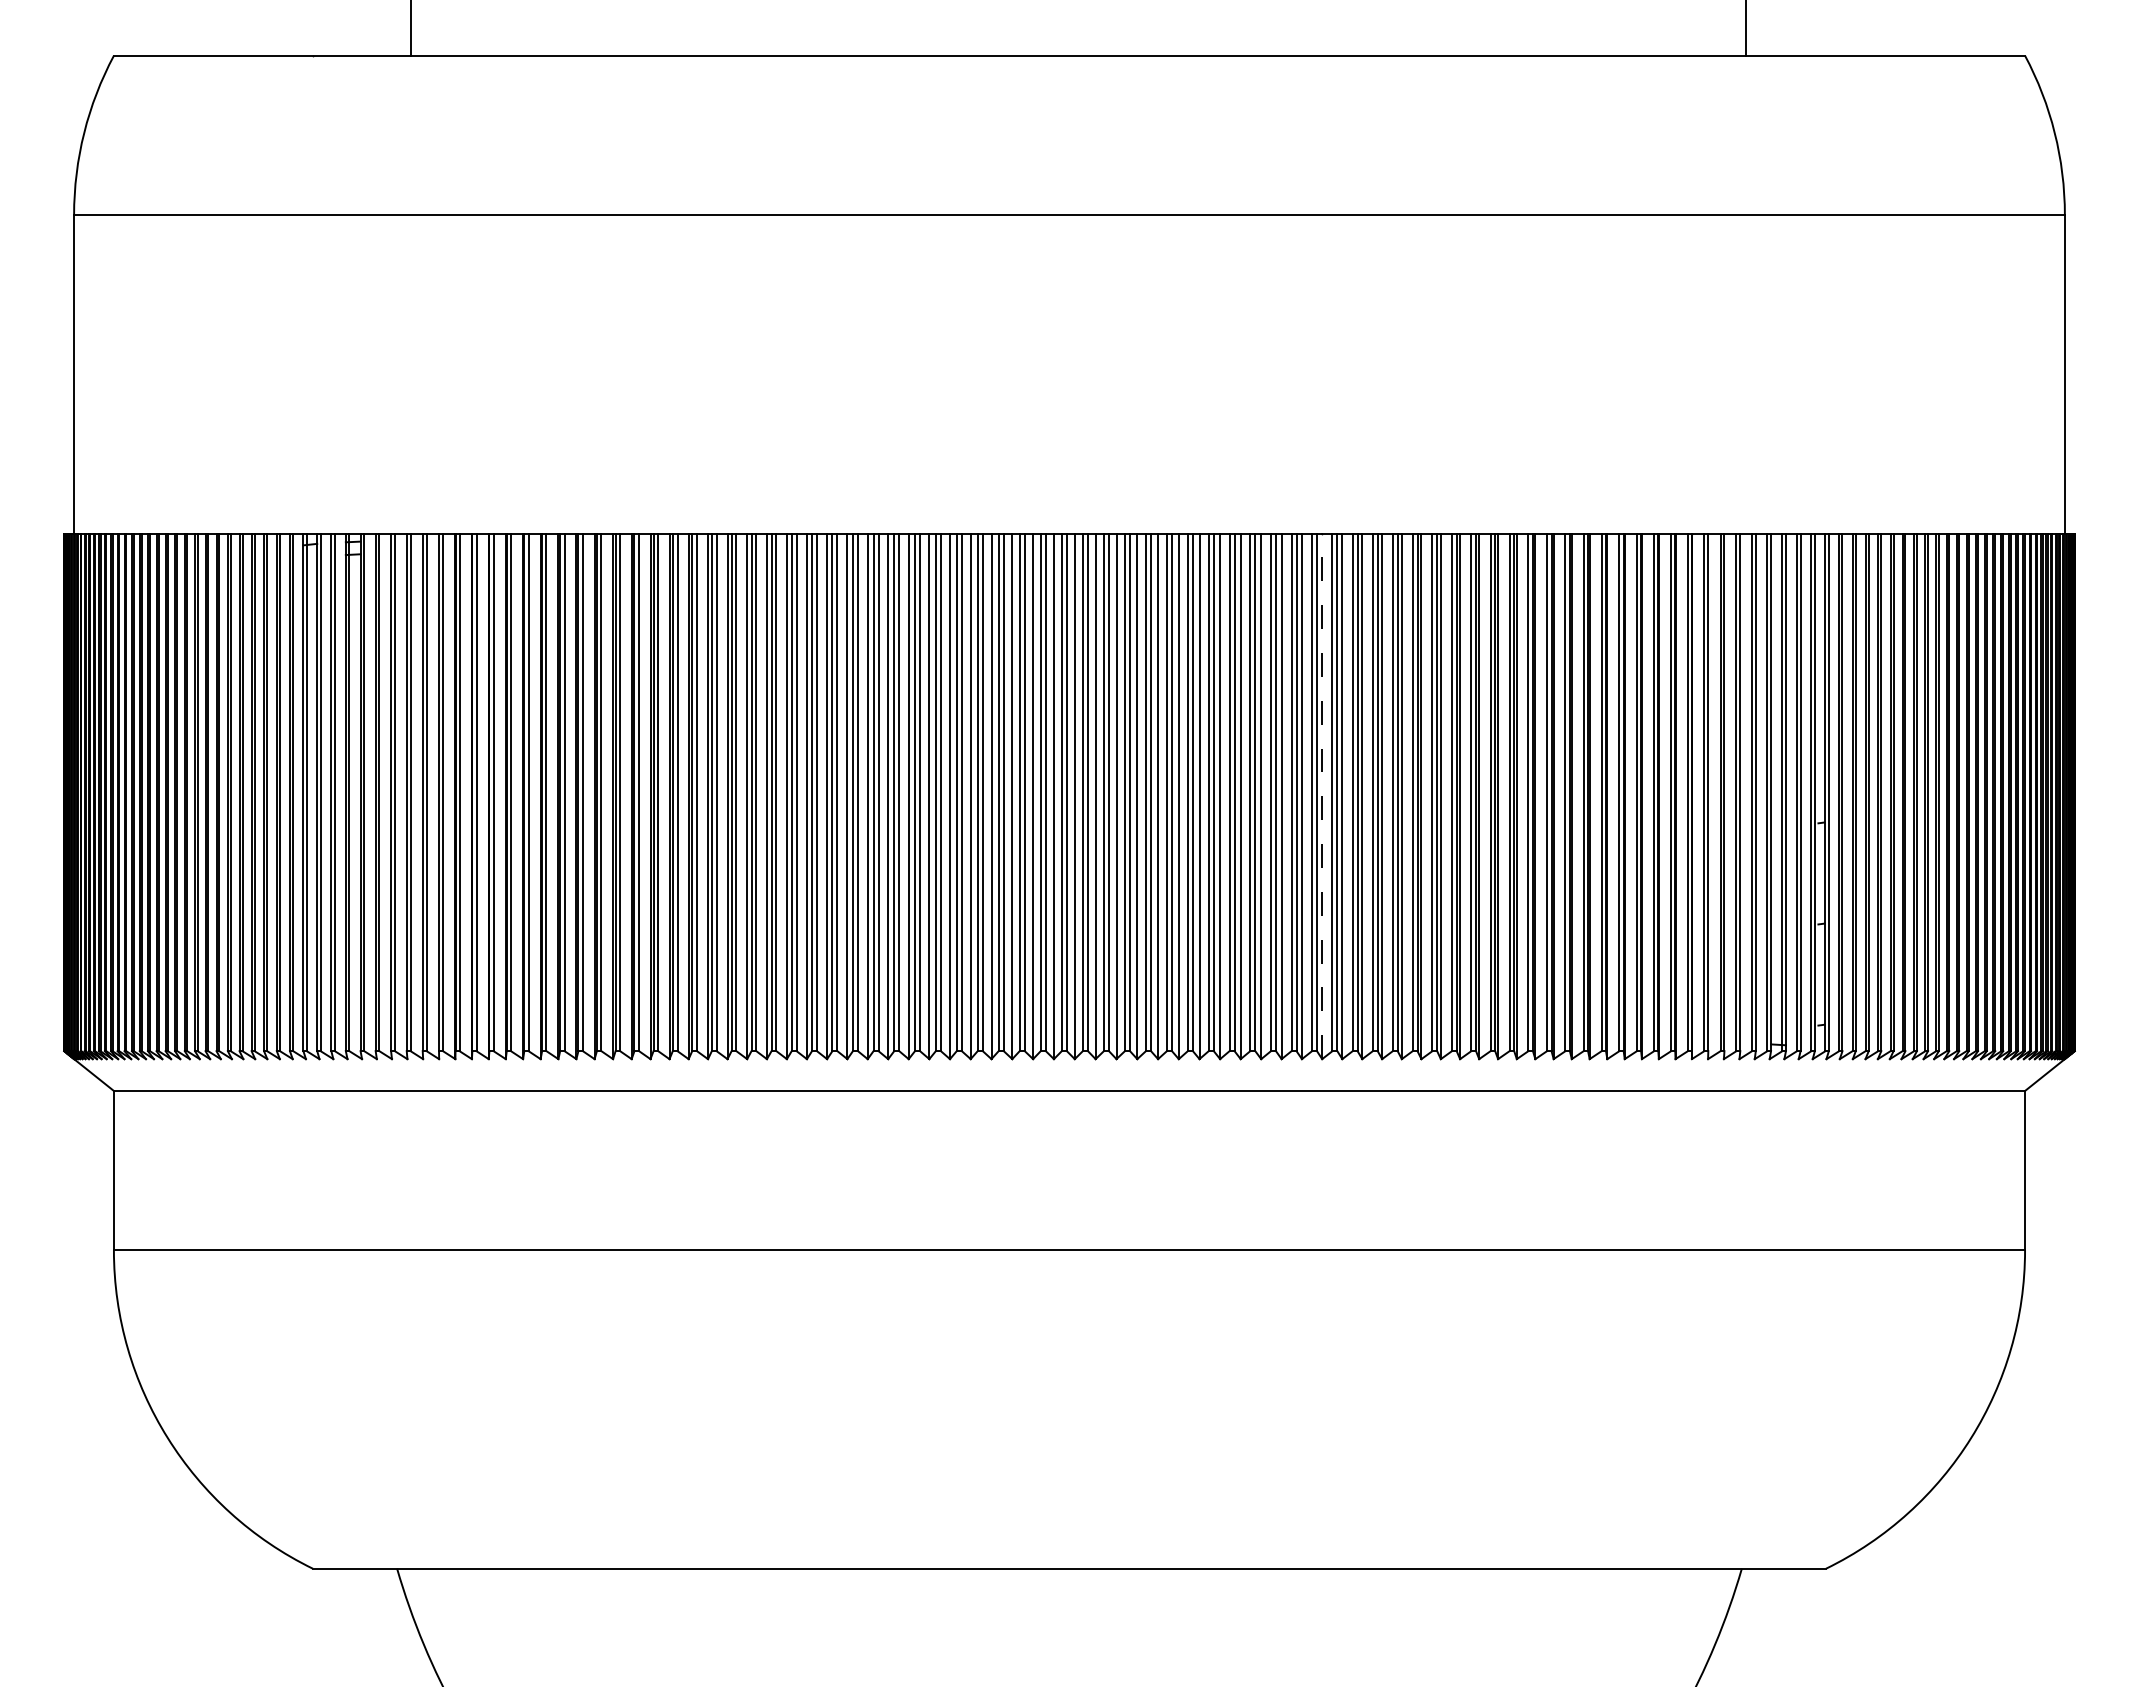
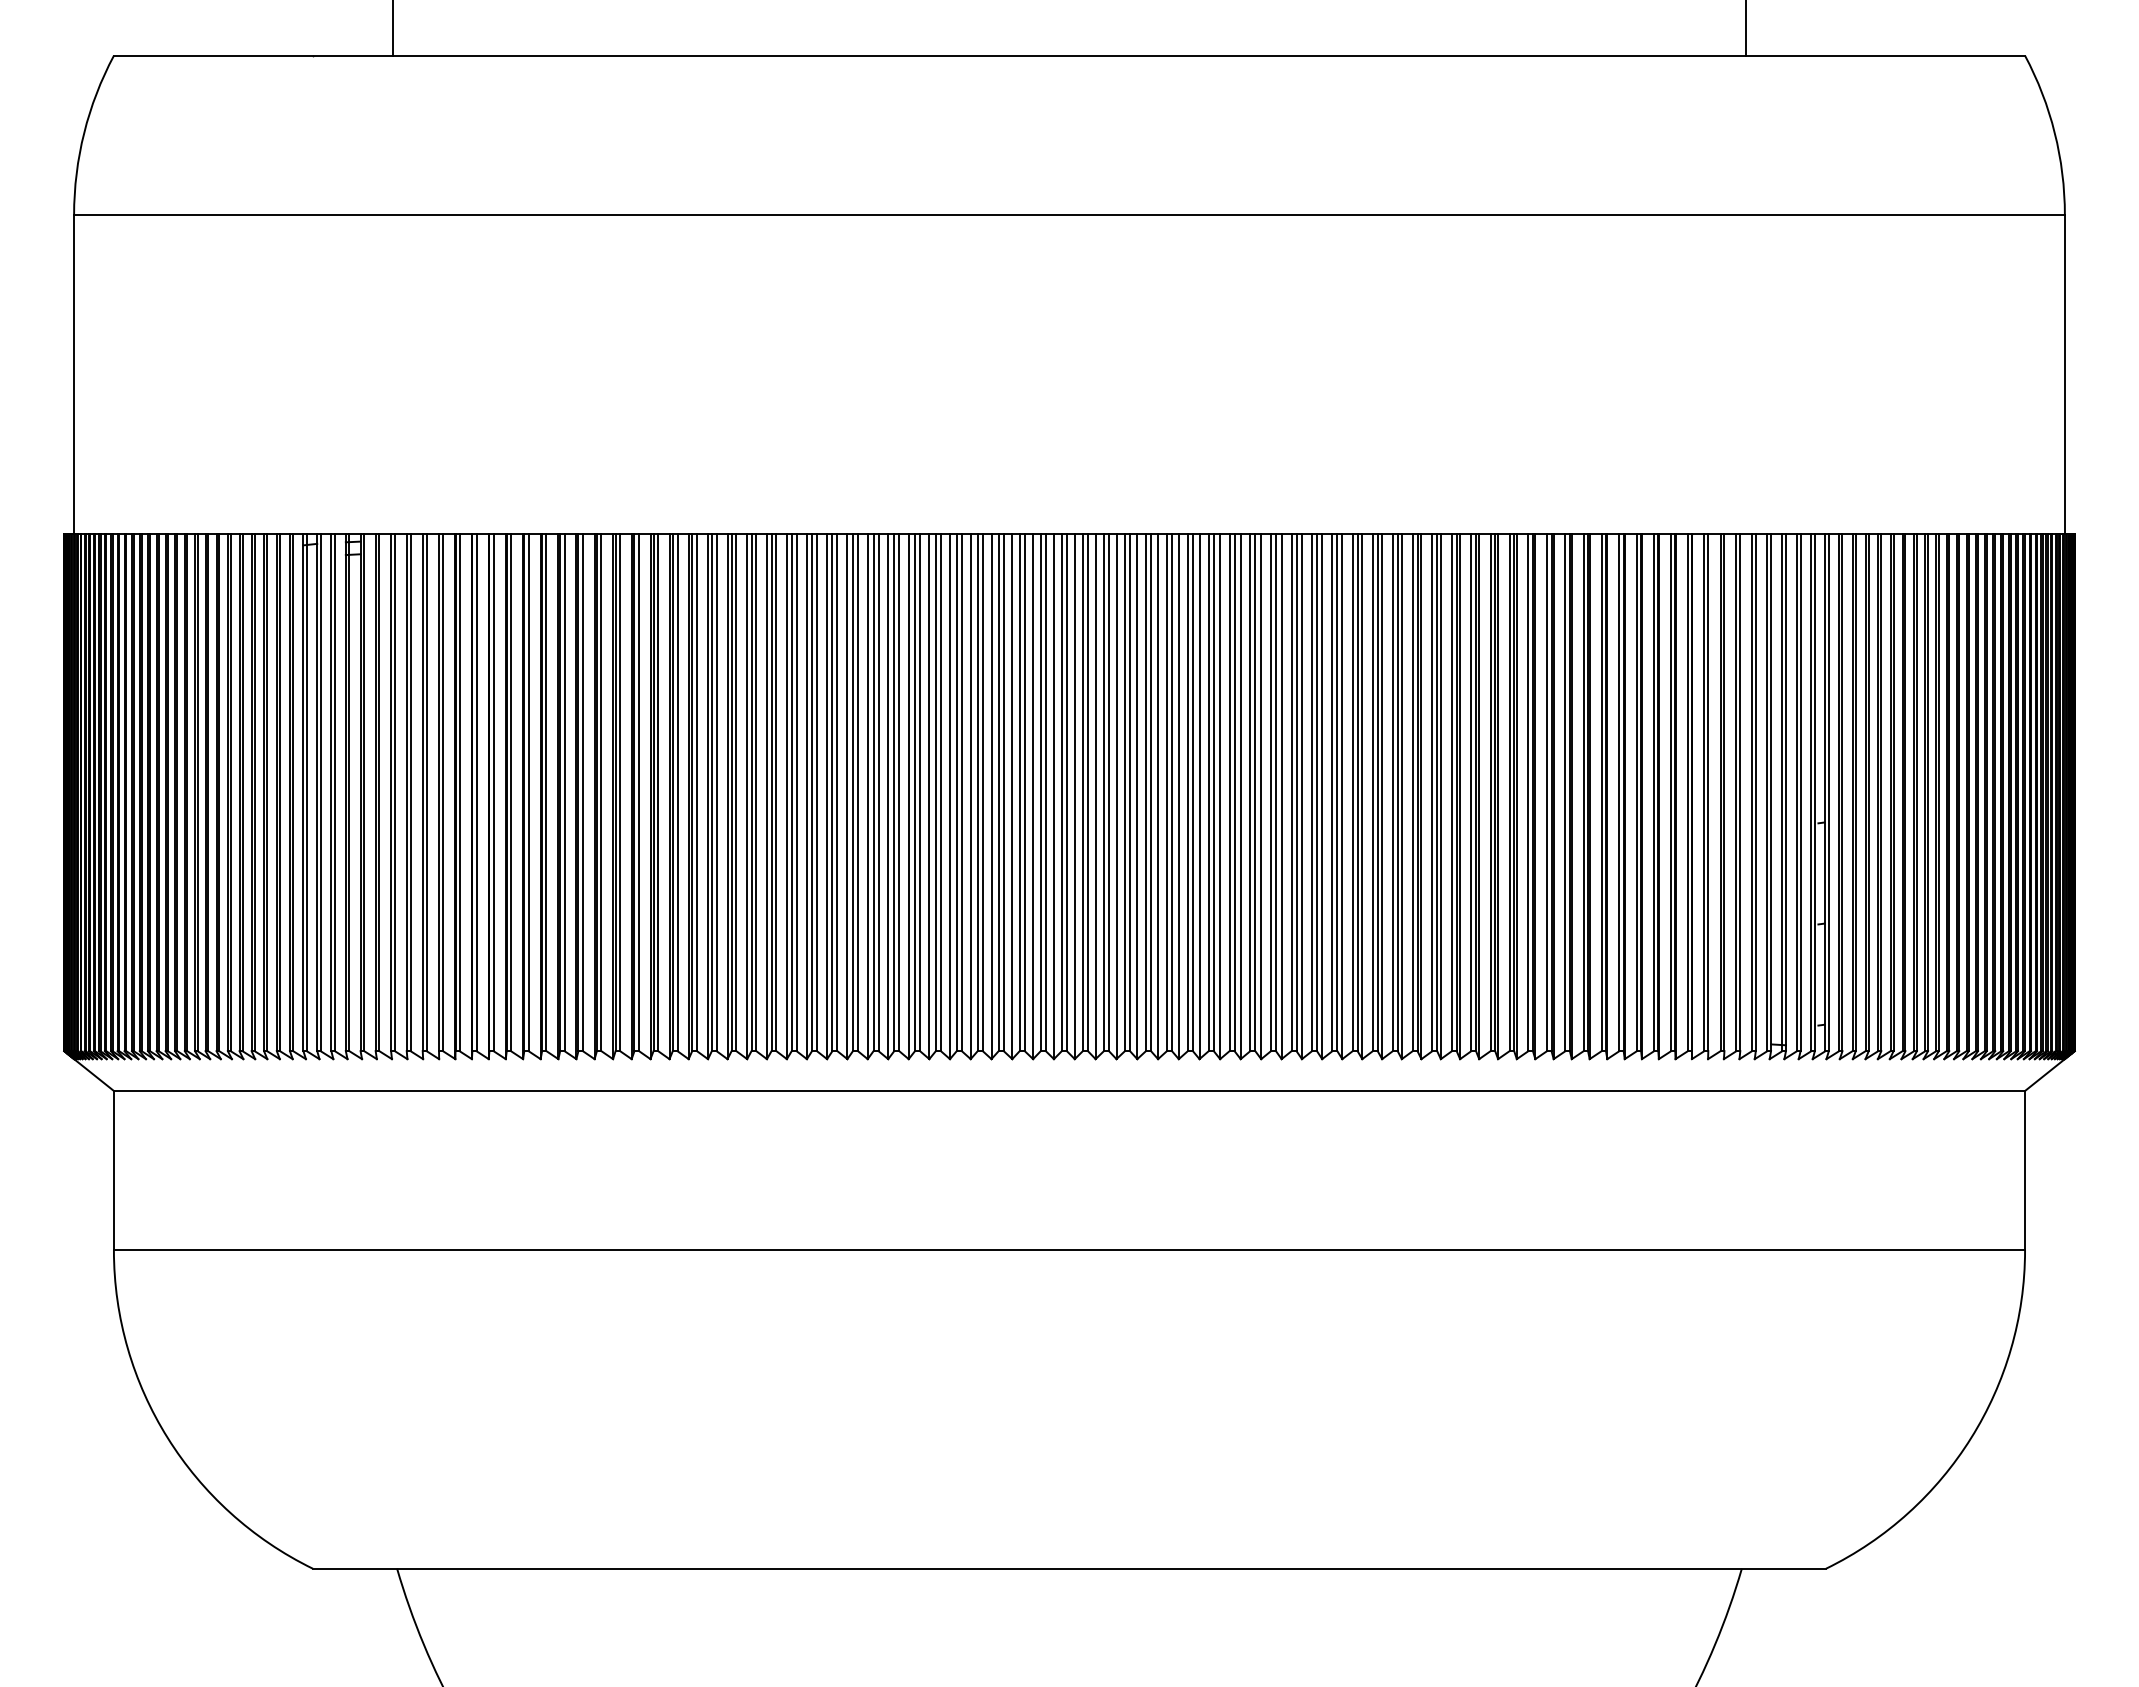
line at (410, 28) position: (410, 28) -> (392, 28)
line at (1322, 796): dashed -> solid
